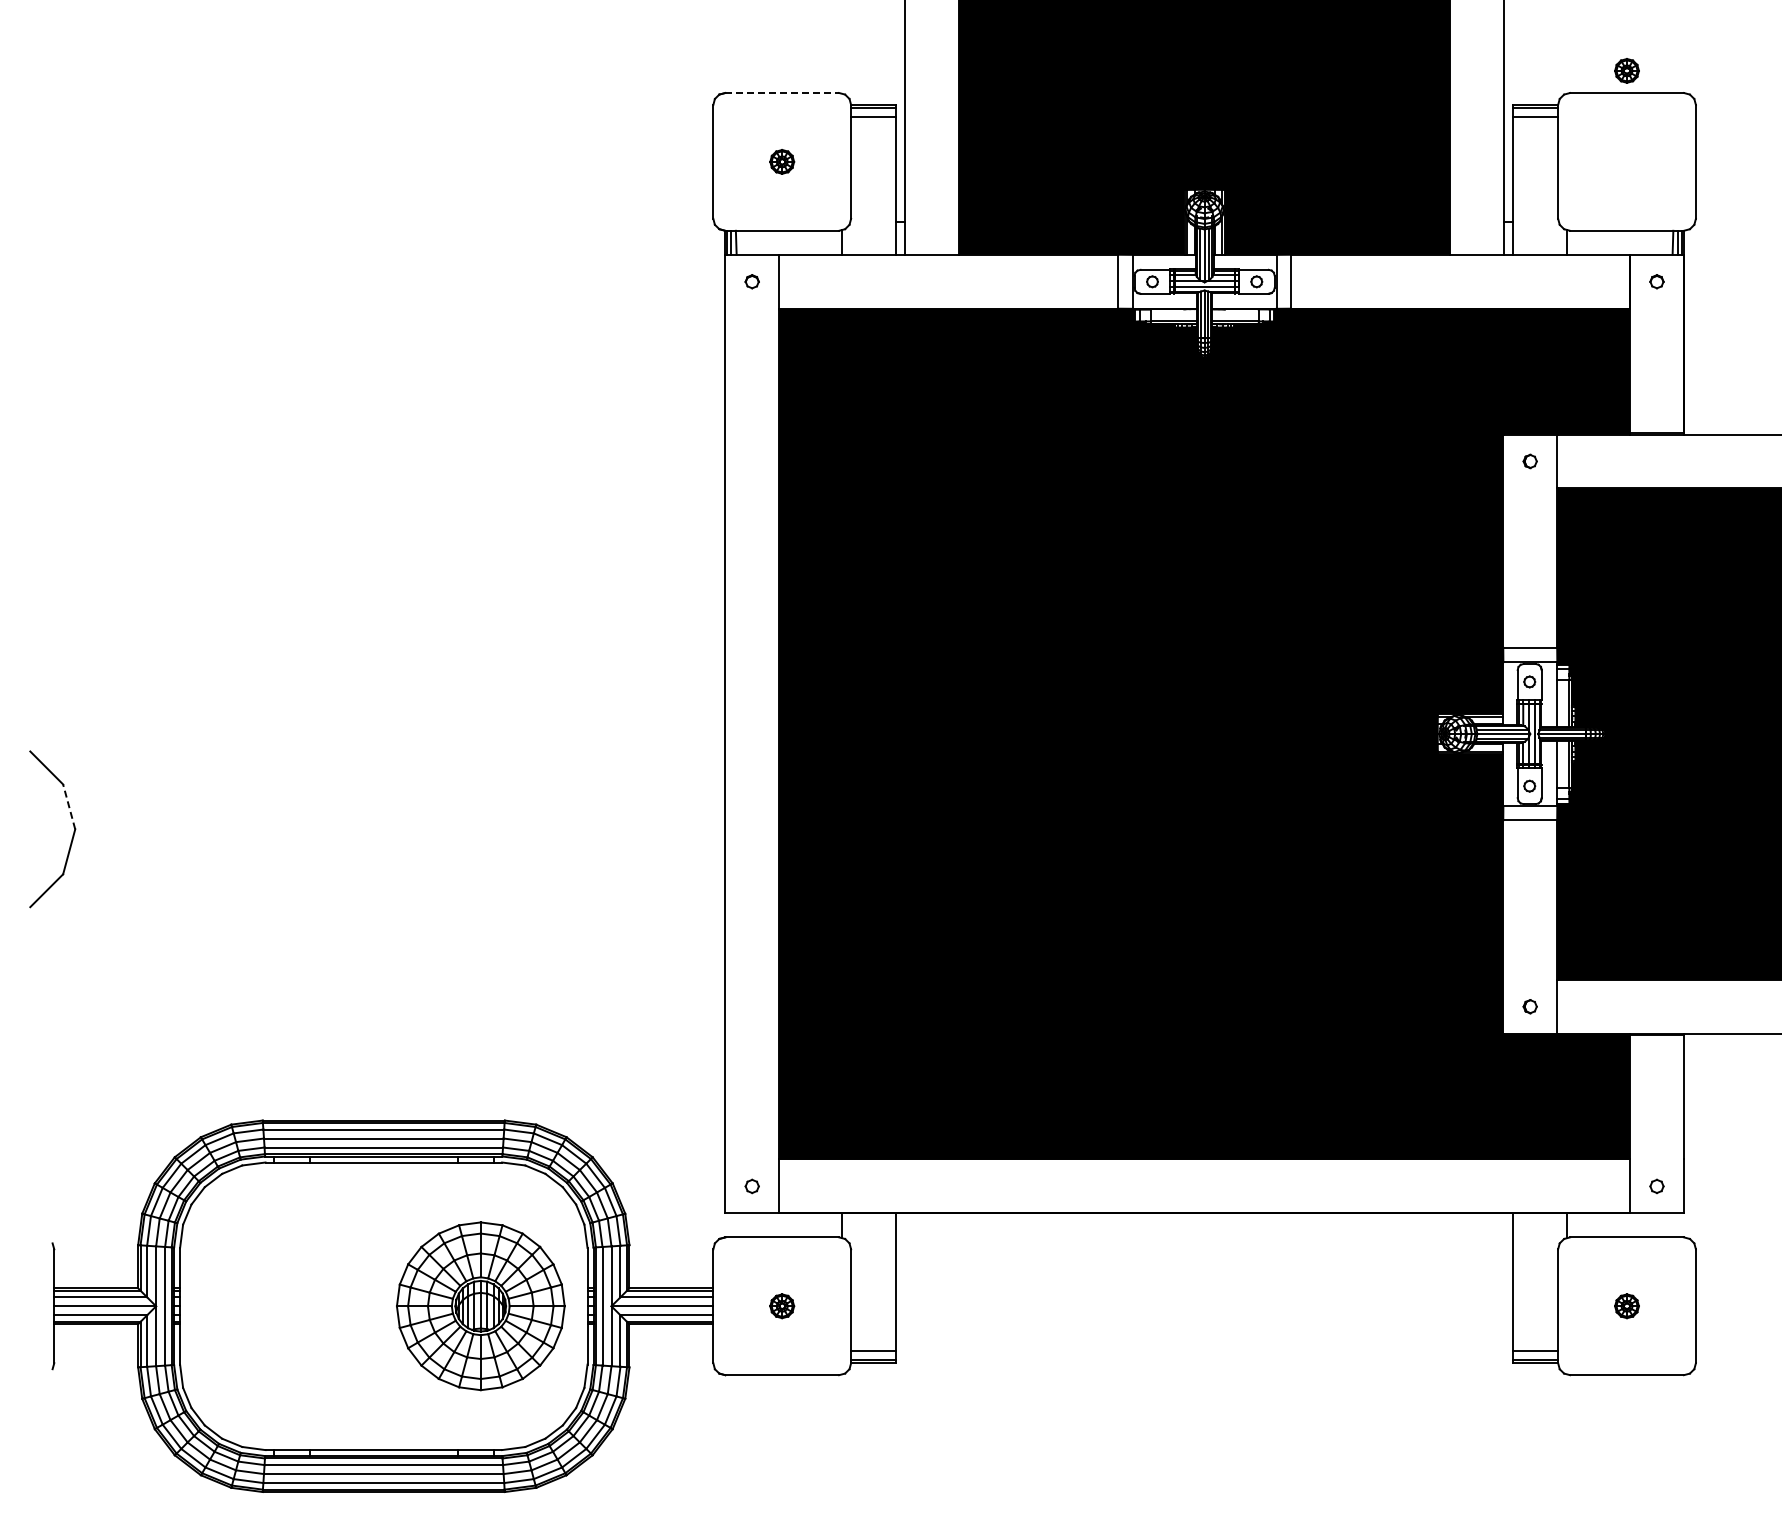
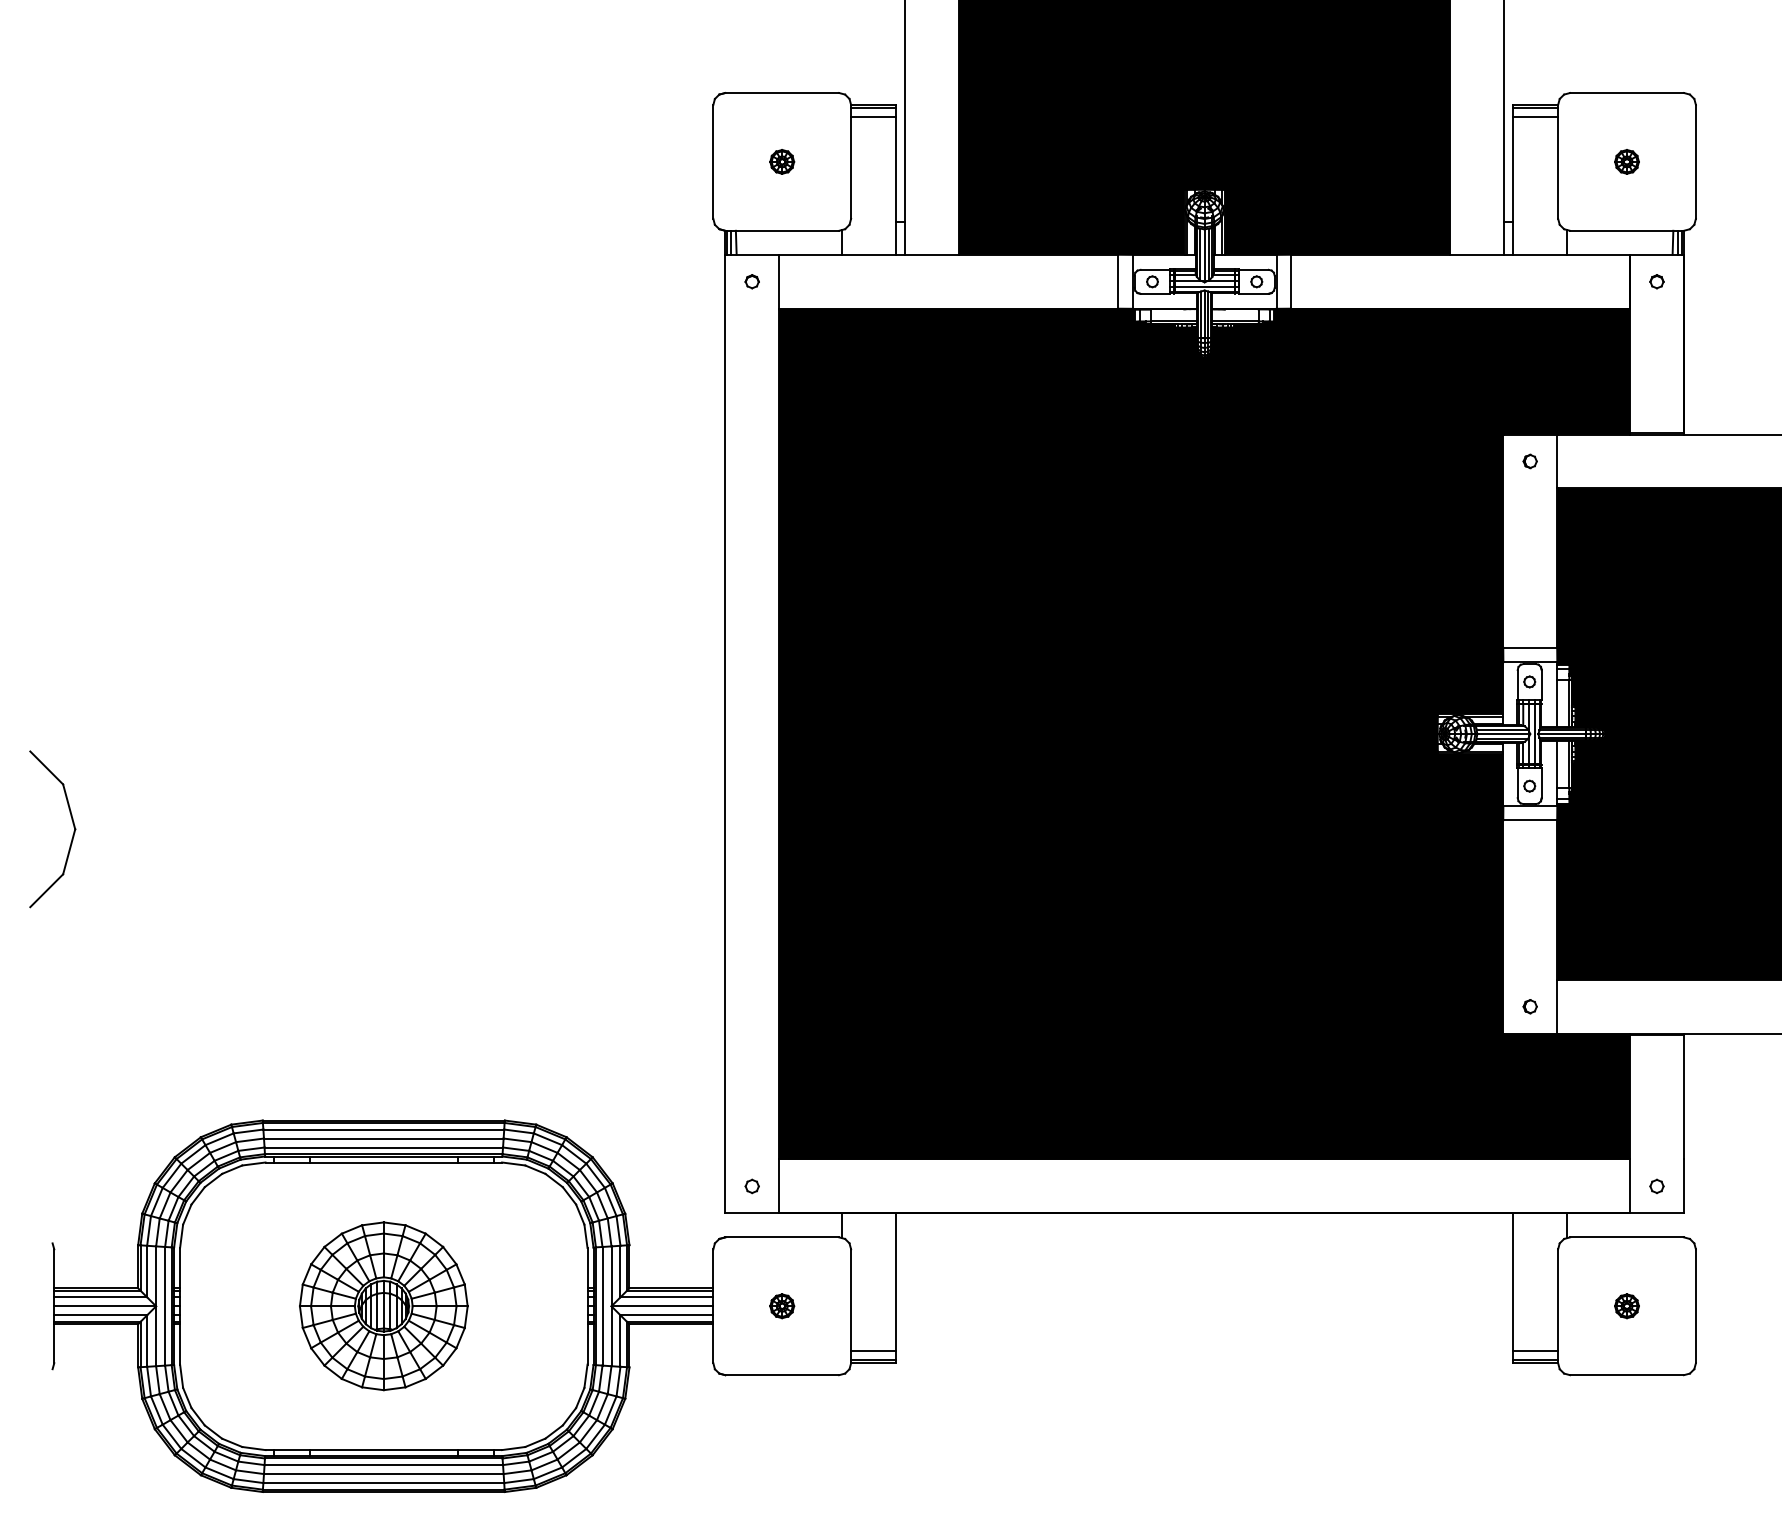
part at (1626, 70) position: (1626, 70) -> (1626, 161)
line at (782, 93): dashed -> solid
line at (69, 806): dashed -> solid
part at (480, 1306) position: (480, 1306) -> (383, 1306)
